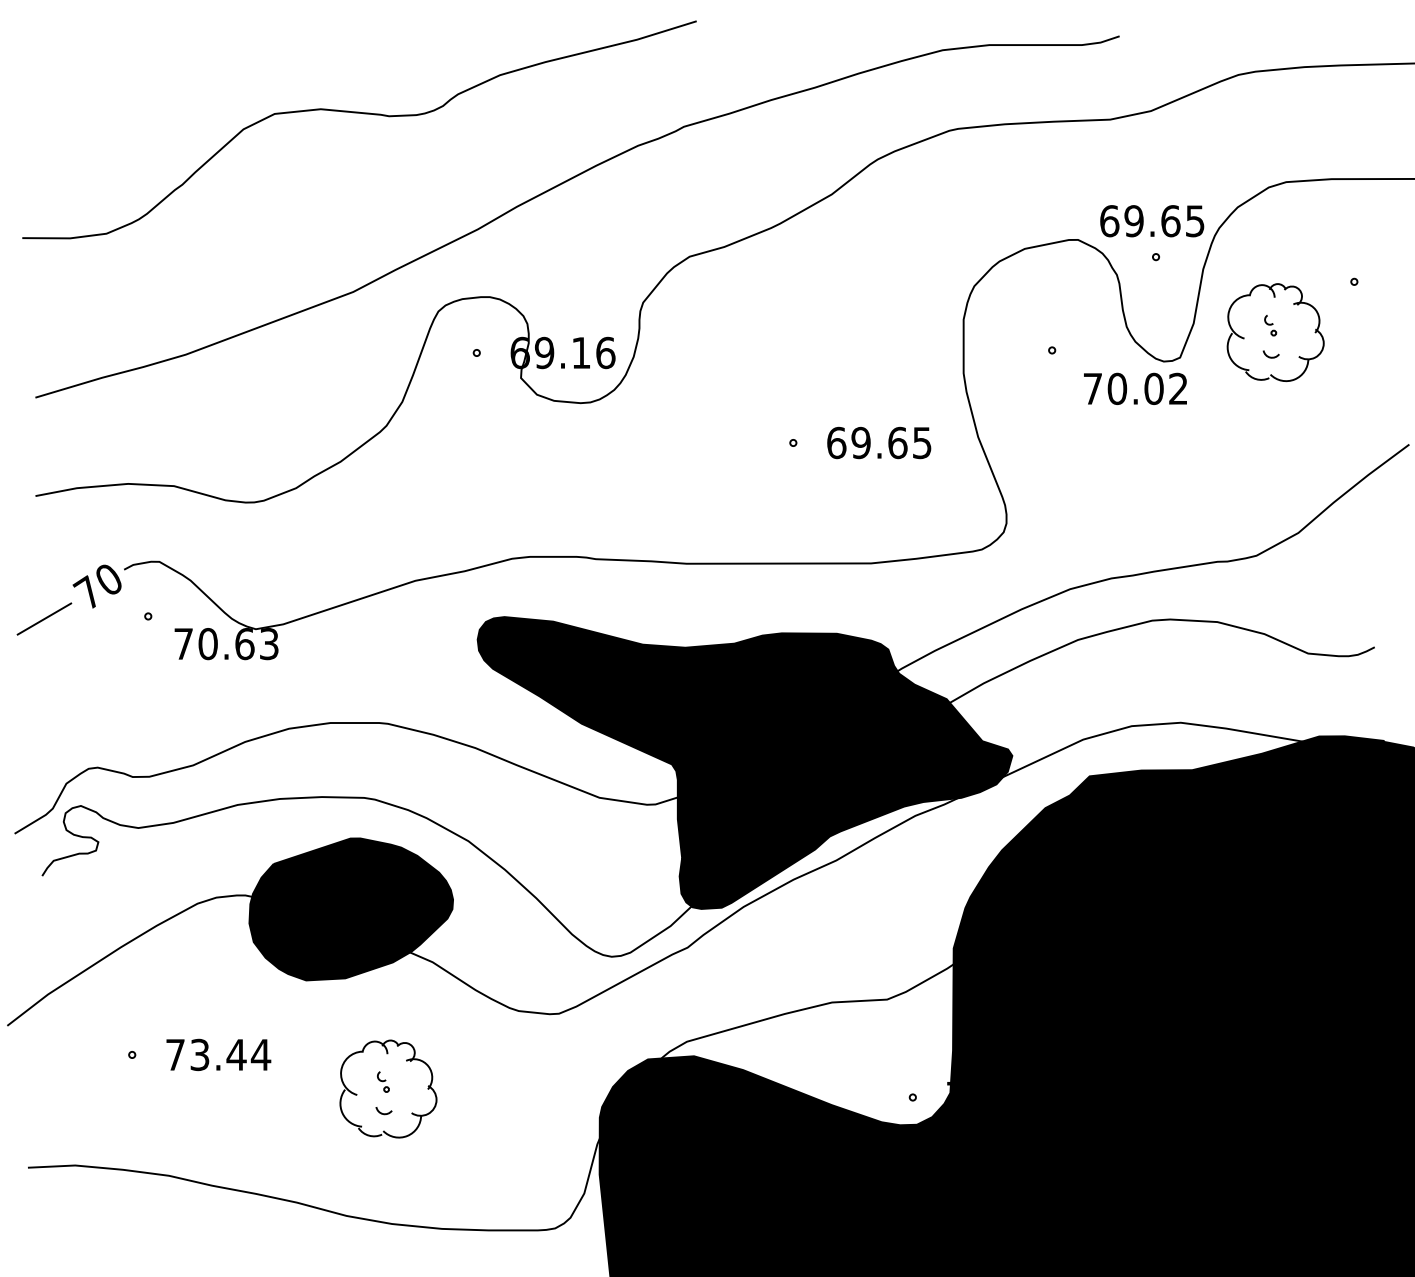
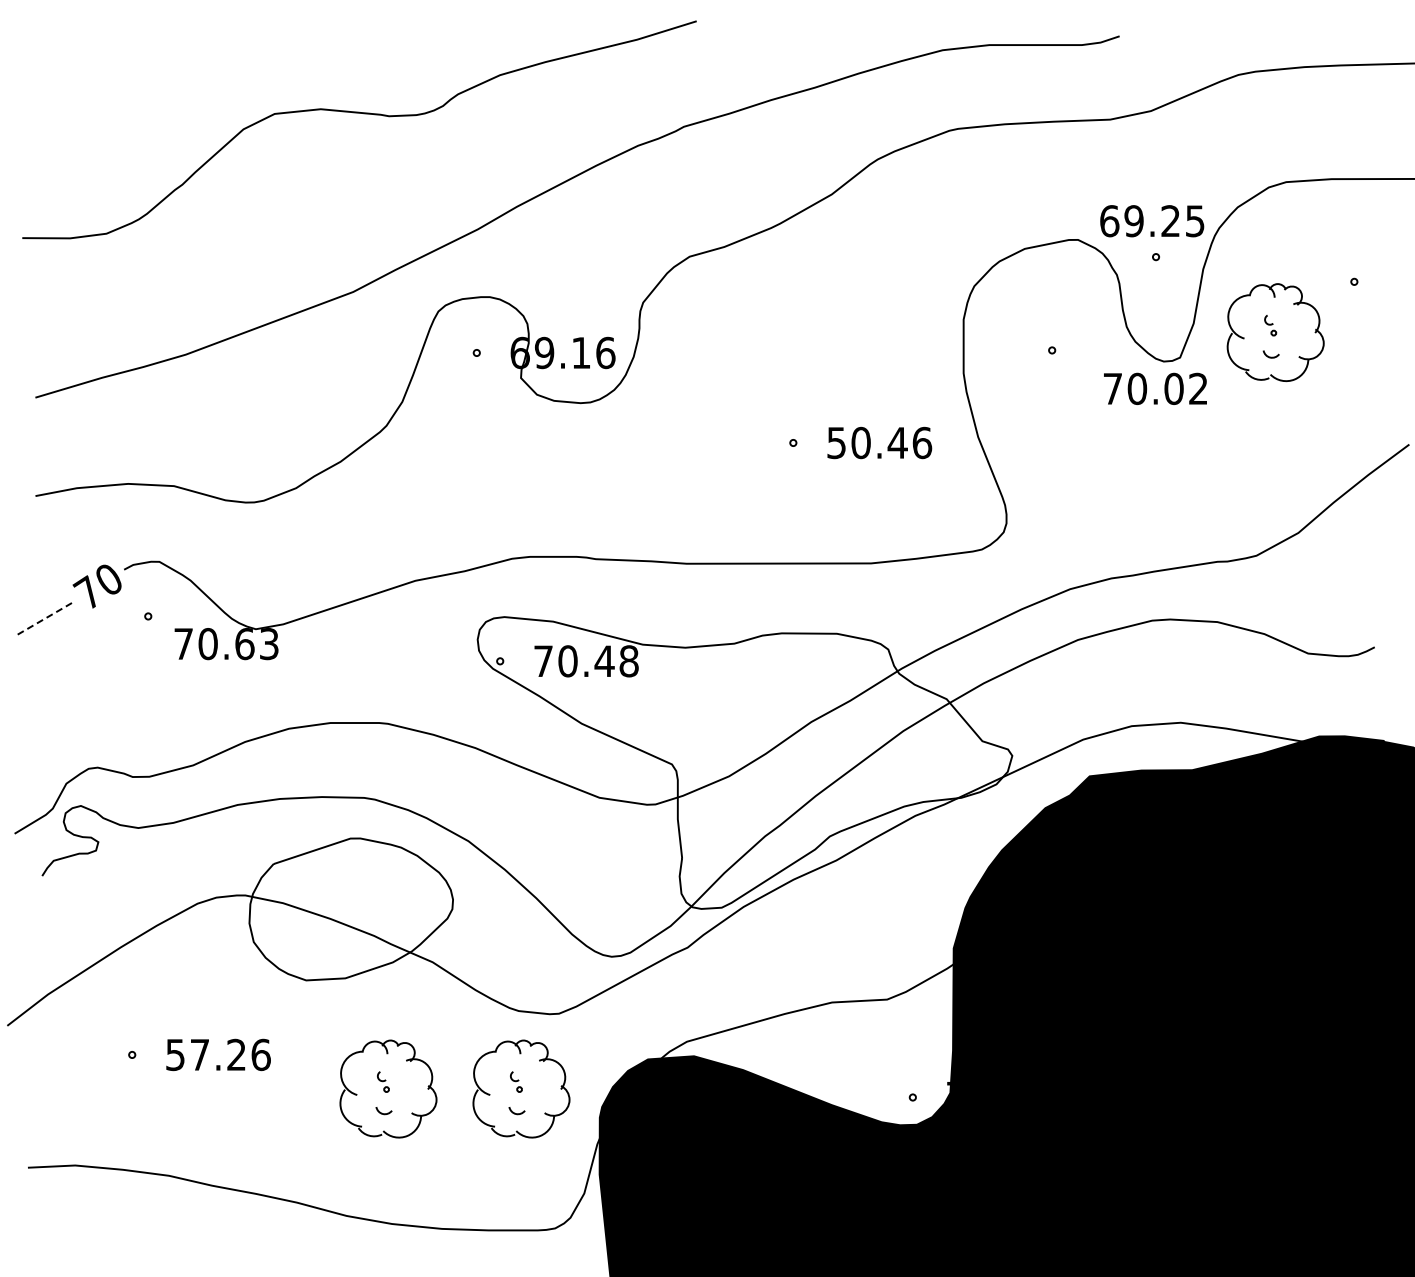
text at (1170, 221): 69.65 -> 69.25
text at (1135, 388) position: (1135, 388) -> (1155, 388)
text at (879, 442): 69.65 -> 50.46
line at (44, 619): solid -> dashed
fill at (744, 762): present -> none
fill at (351, 909): present -> none
text at (218, 1054): 73.44 -> 57.26
part at (521, 1088): none -> present
